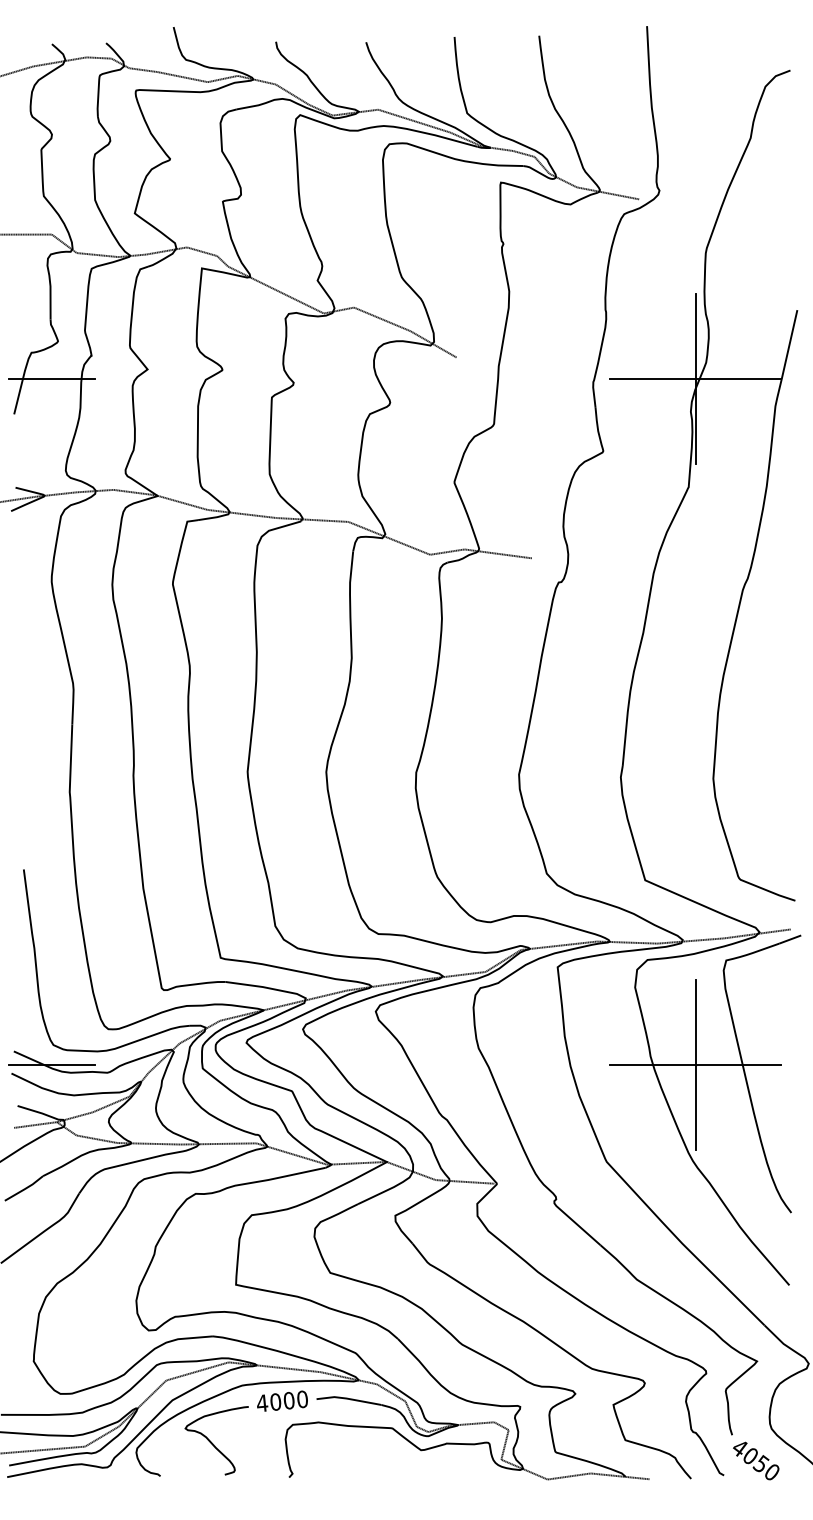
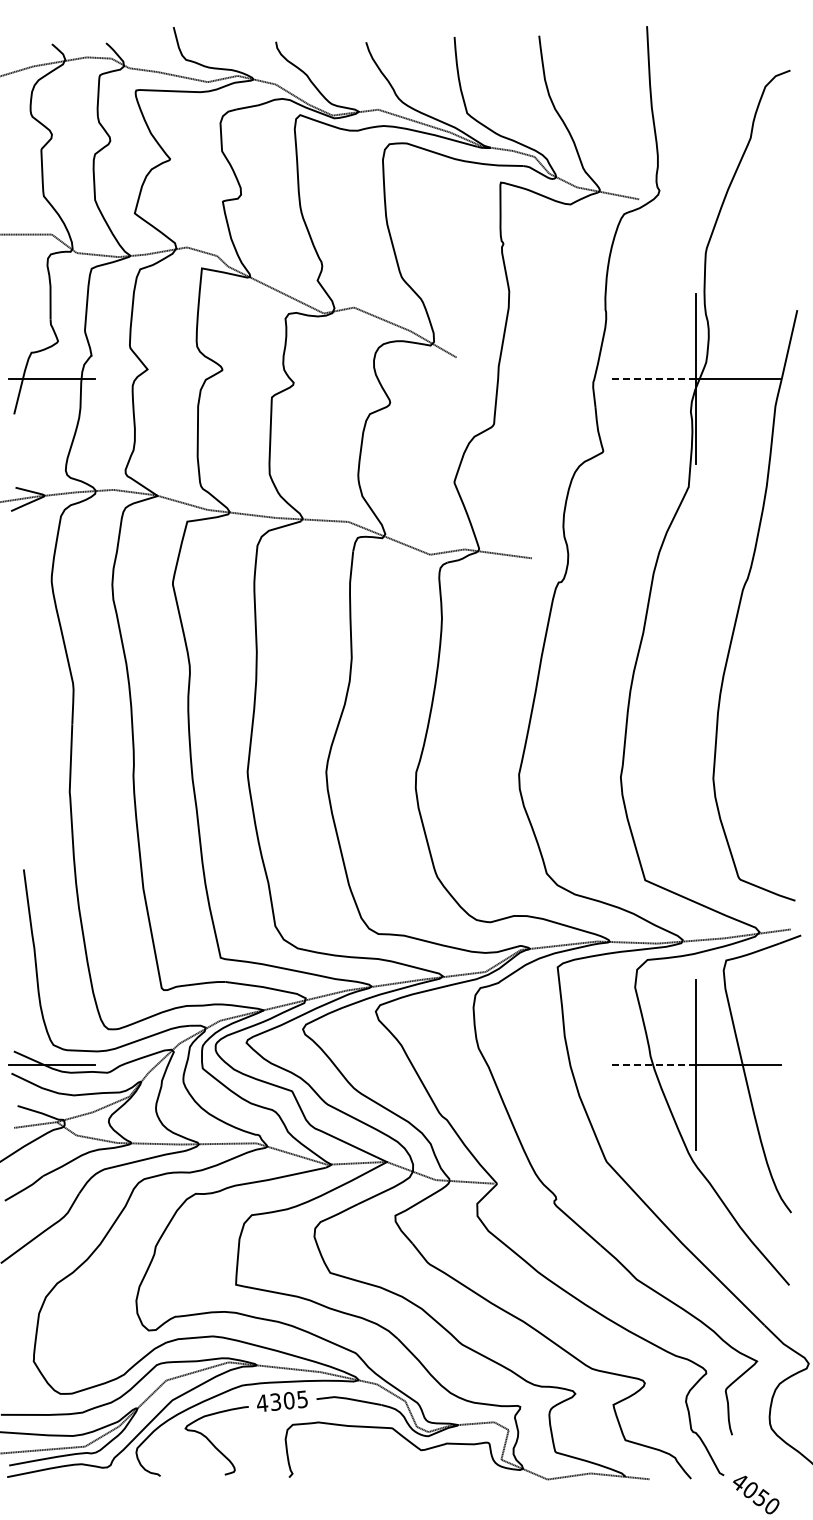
line at (652, 378): solid -> dashed
line at (652, 1065): solid -> dashed
text at (288, 1400): 4000 -> 4305
text at (756, 1460) position: (756, 1460) -> (756, 1494)
